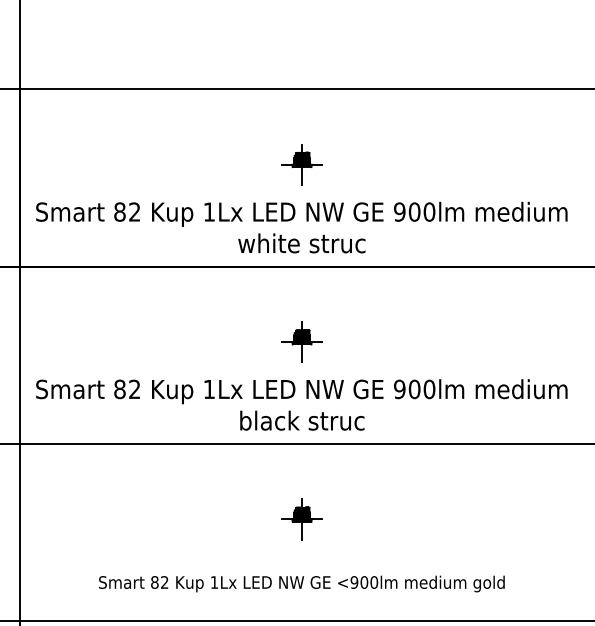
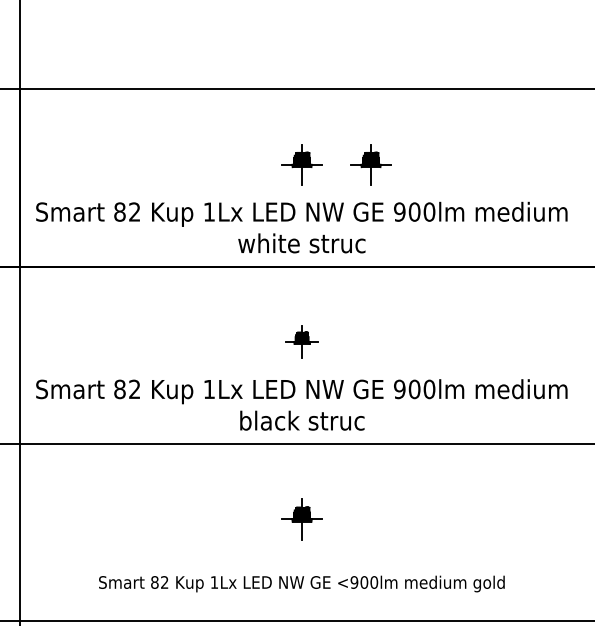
part at (370, 164): none -> present
part at (301, 341) size: 42x42 px -> 34x34 px
